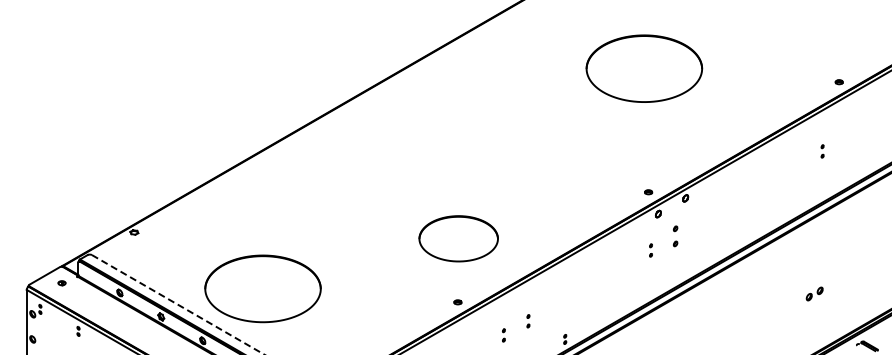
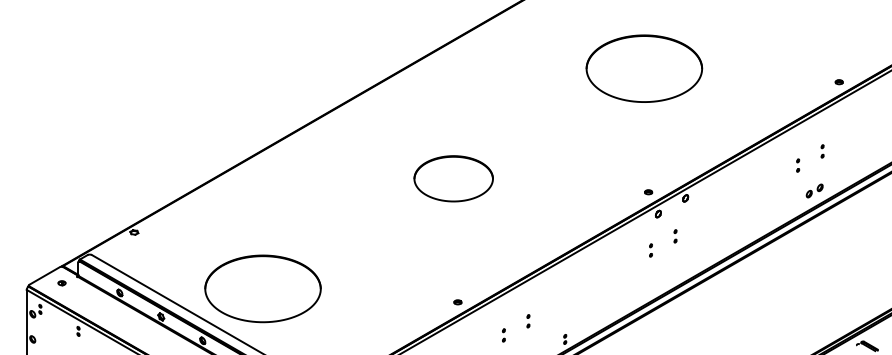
part at (798, 165): none -> present
part at (675, 236) size: 6x23 px -> 5x15 px
part at (458, 238) position: (458, 238) -> (453, 178)
part at (814, 293) position: (814, 293) -> (814, 190)
line at (178, 305): dashed -> solid
